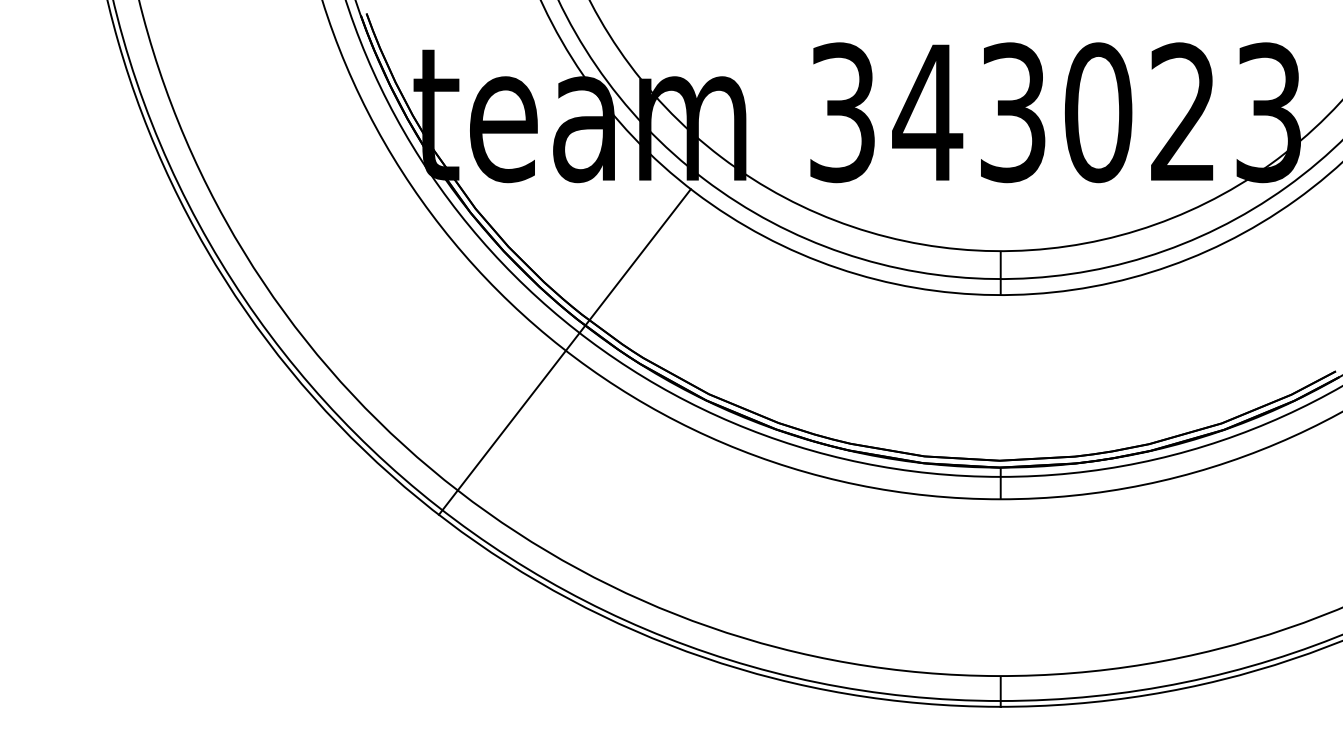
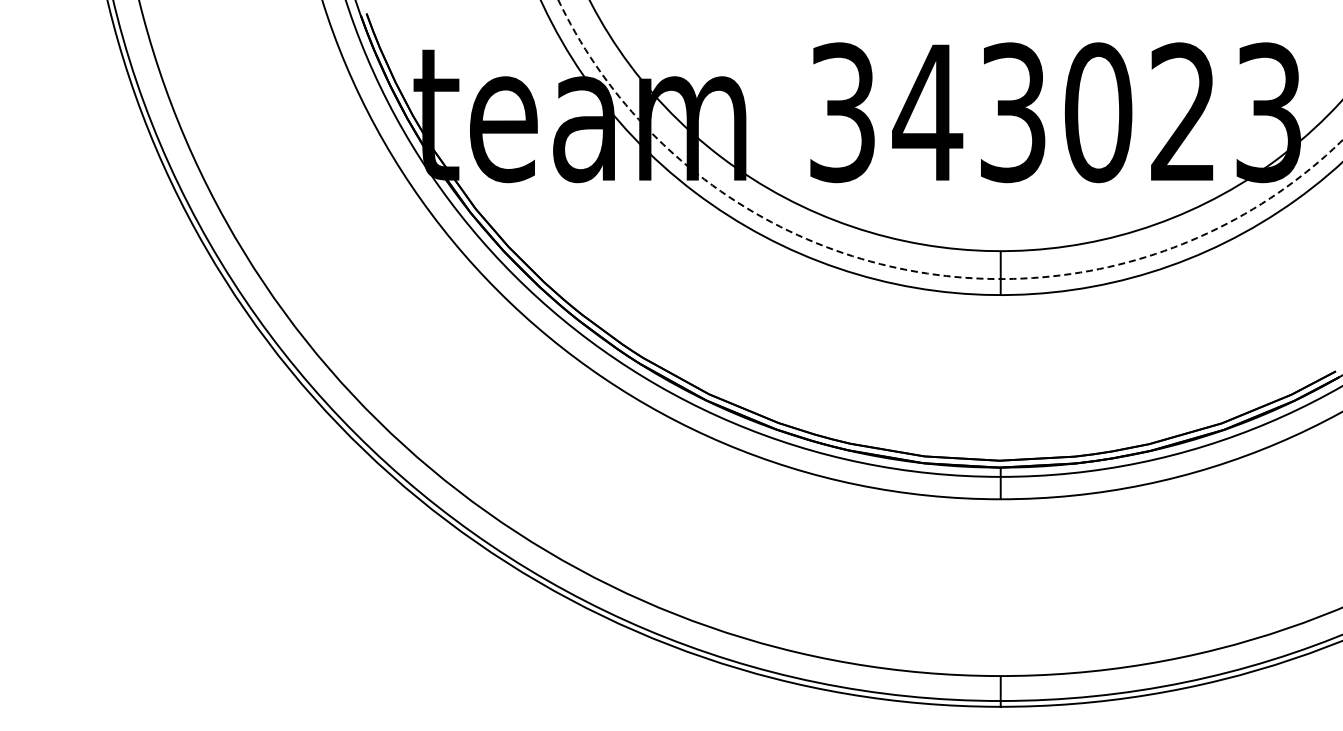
arc at (916, 271): solid -> dashed
line at (564, 351): present -> none
